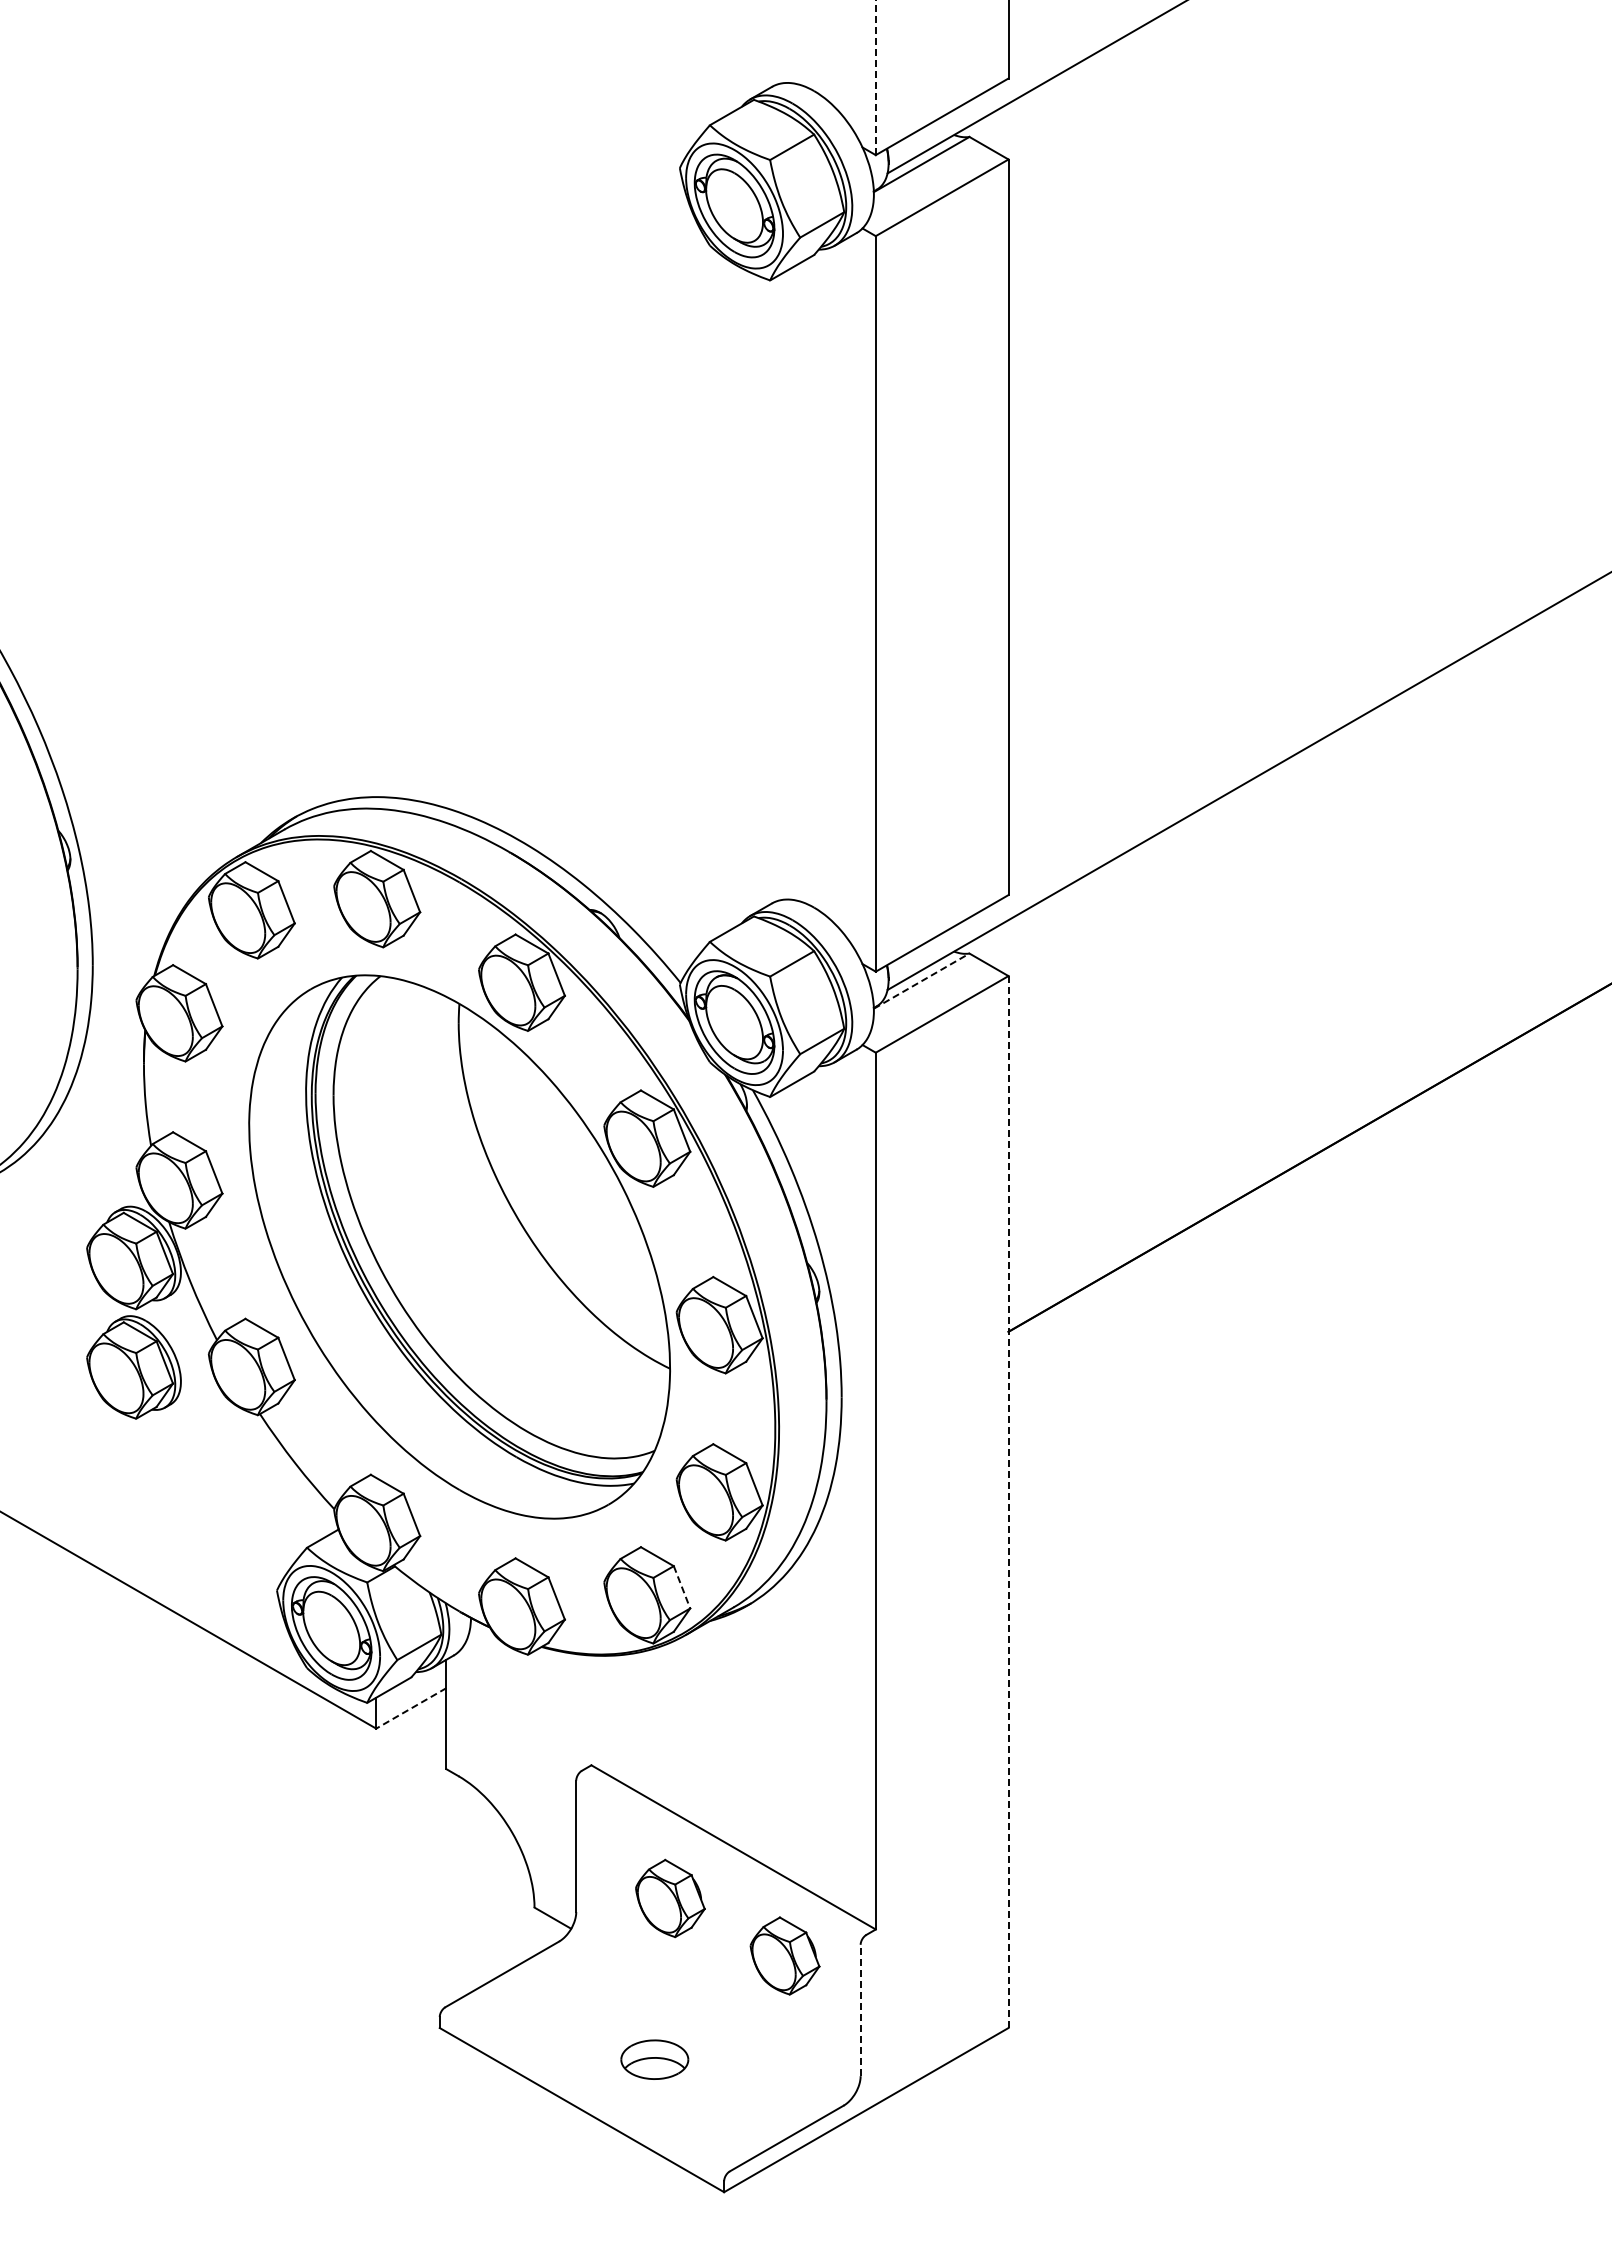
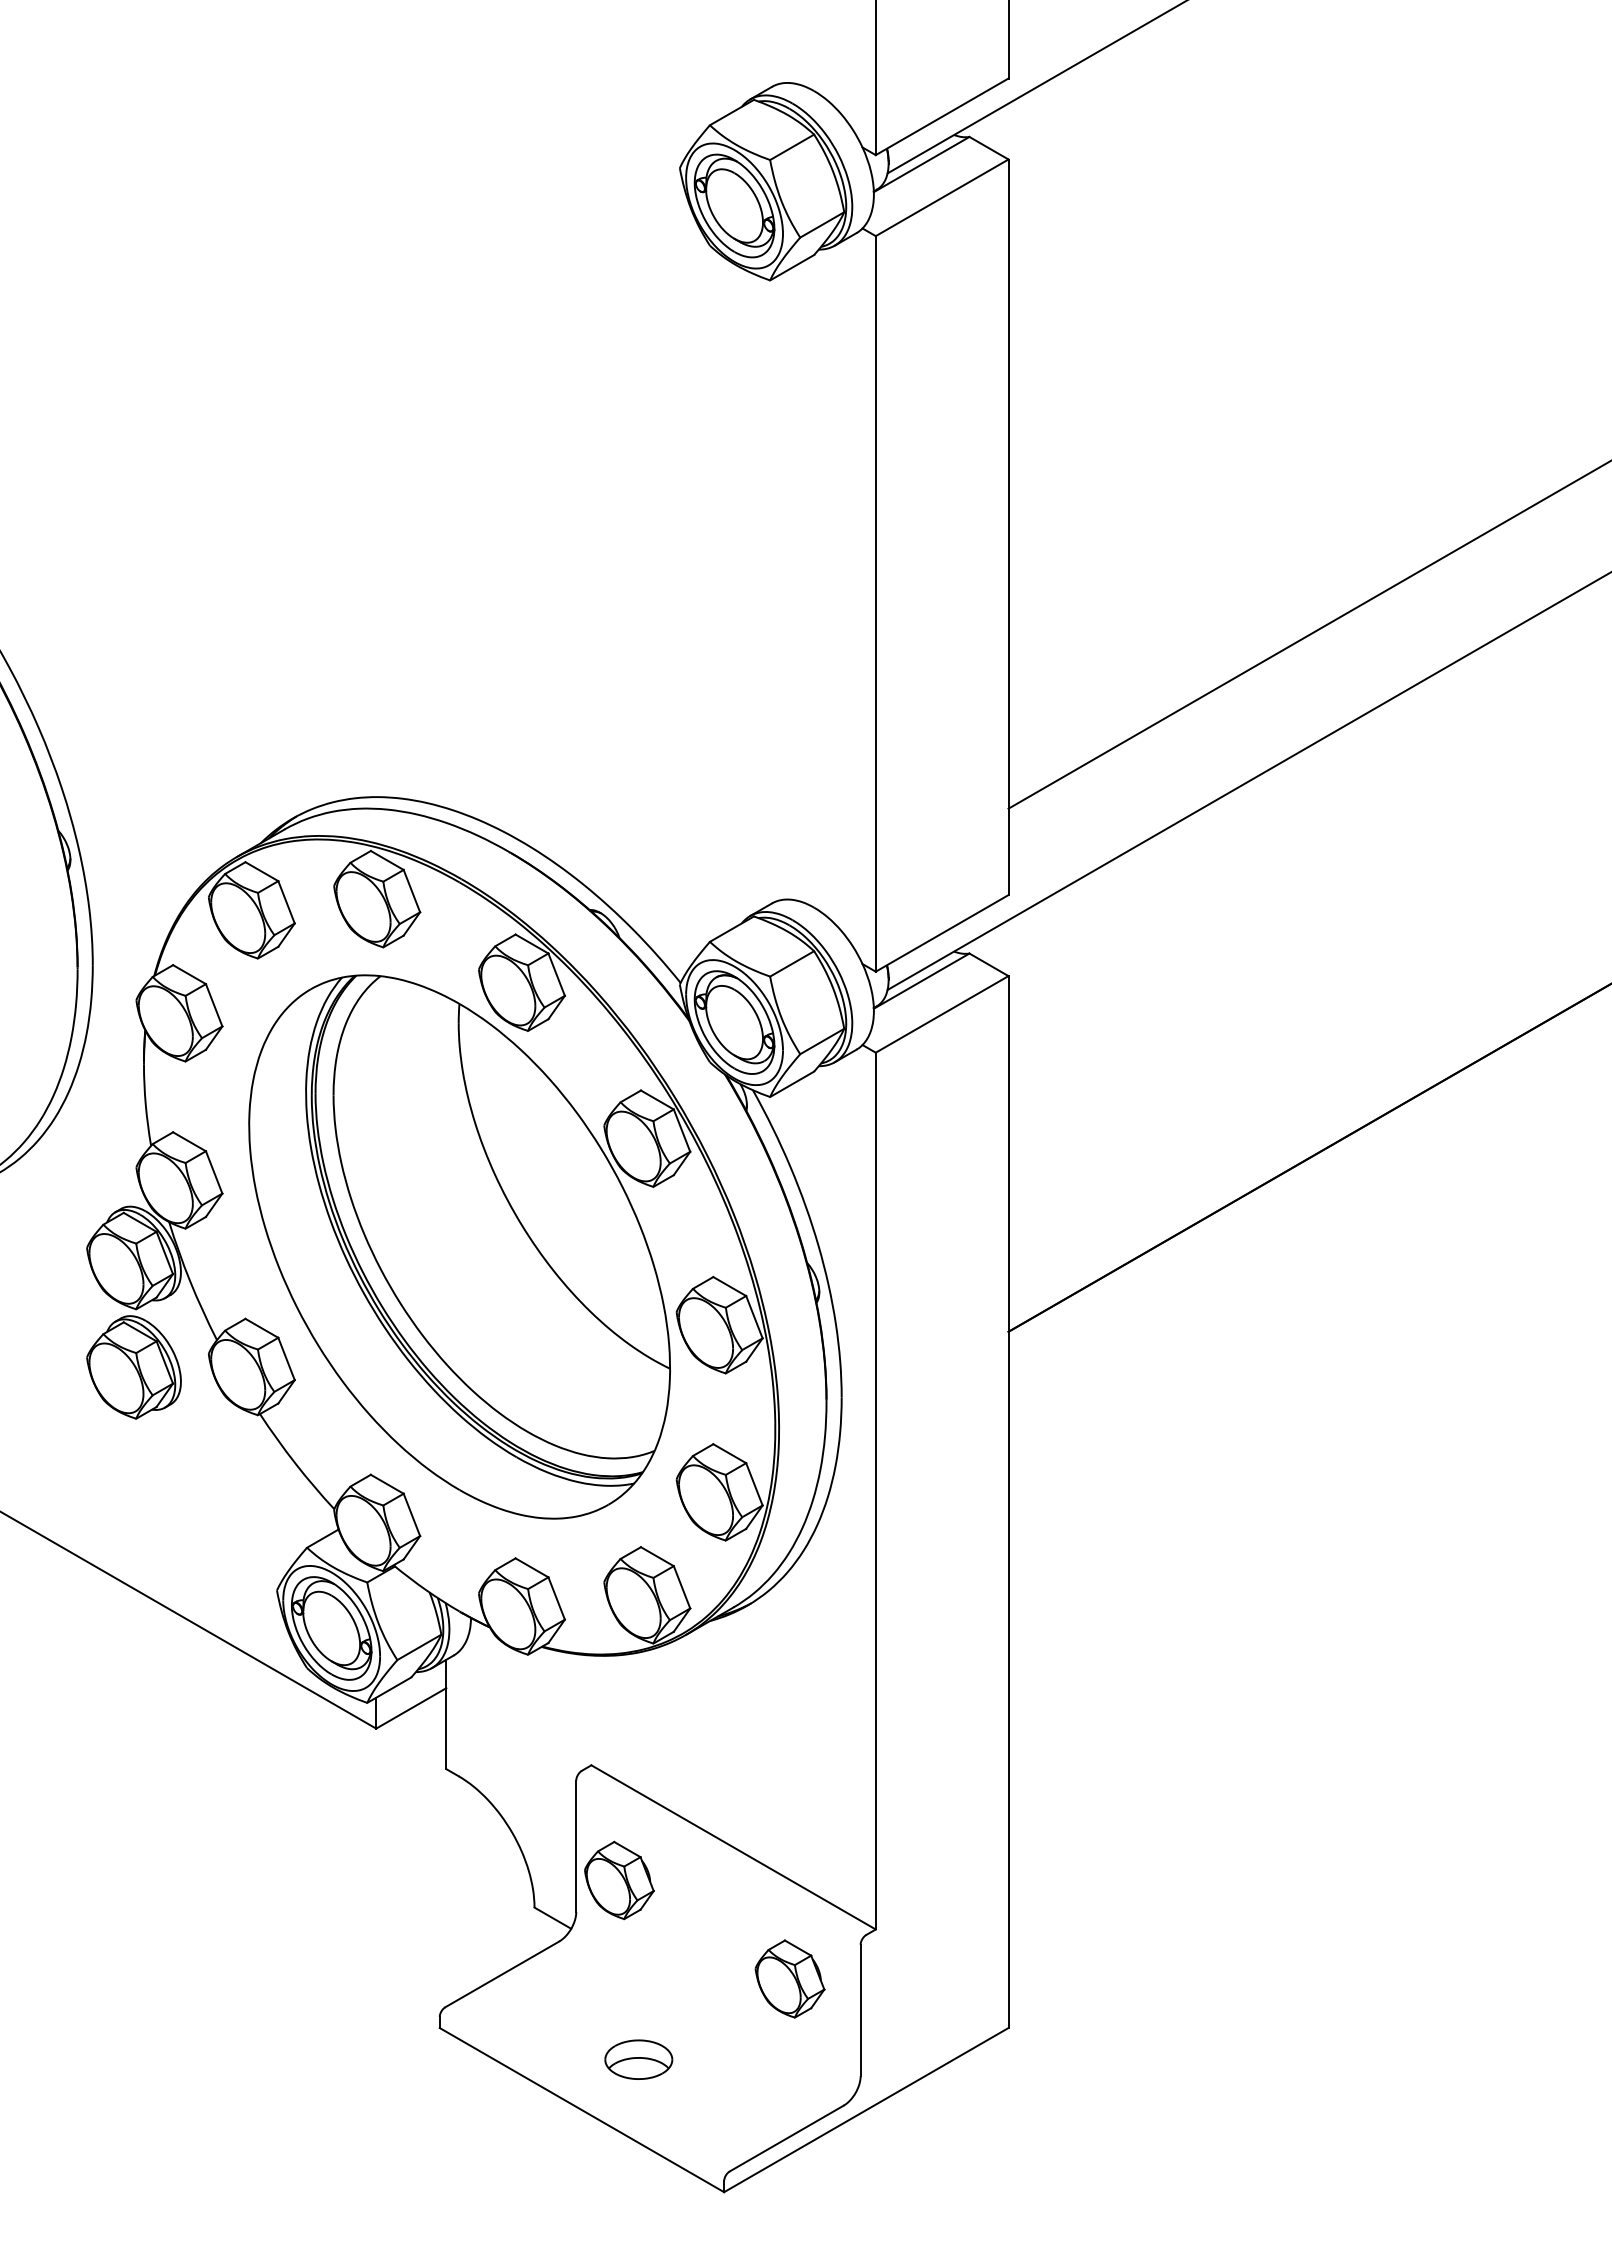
line at (875, 77): dashed -> solid
line at (1308, 635): none -> present
line at (922, 980): dashed -> solid
line at (1008, 1502): dashed -> solid
line at (682, 1587): dashed -> solid
line at (410, 1708): dashed -> solid
part at (670, 1898) position: (670, 1898) -> (619, 1880)
part at (784, 1955) position: (784, 1955) -> (789, 1978)
line at (860, 2010): dashed -> solid
part at (654, 2059) position: (654, 2059) -> (638, 2059)
